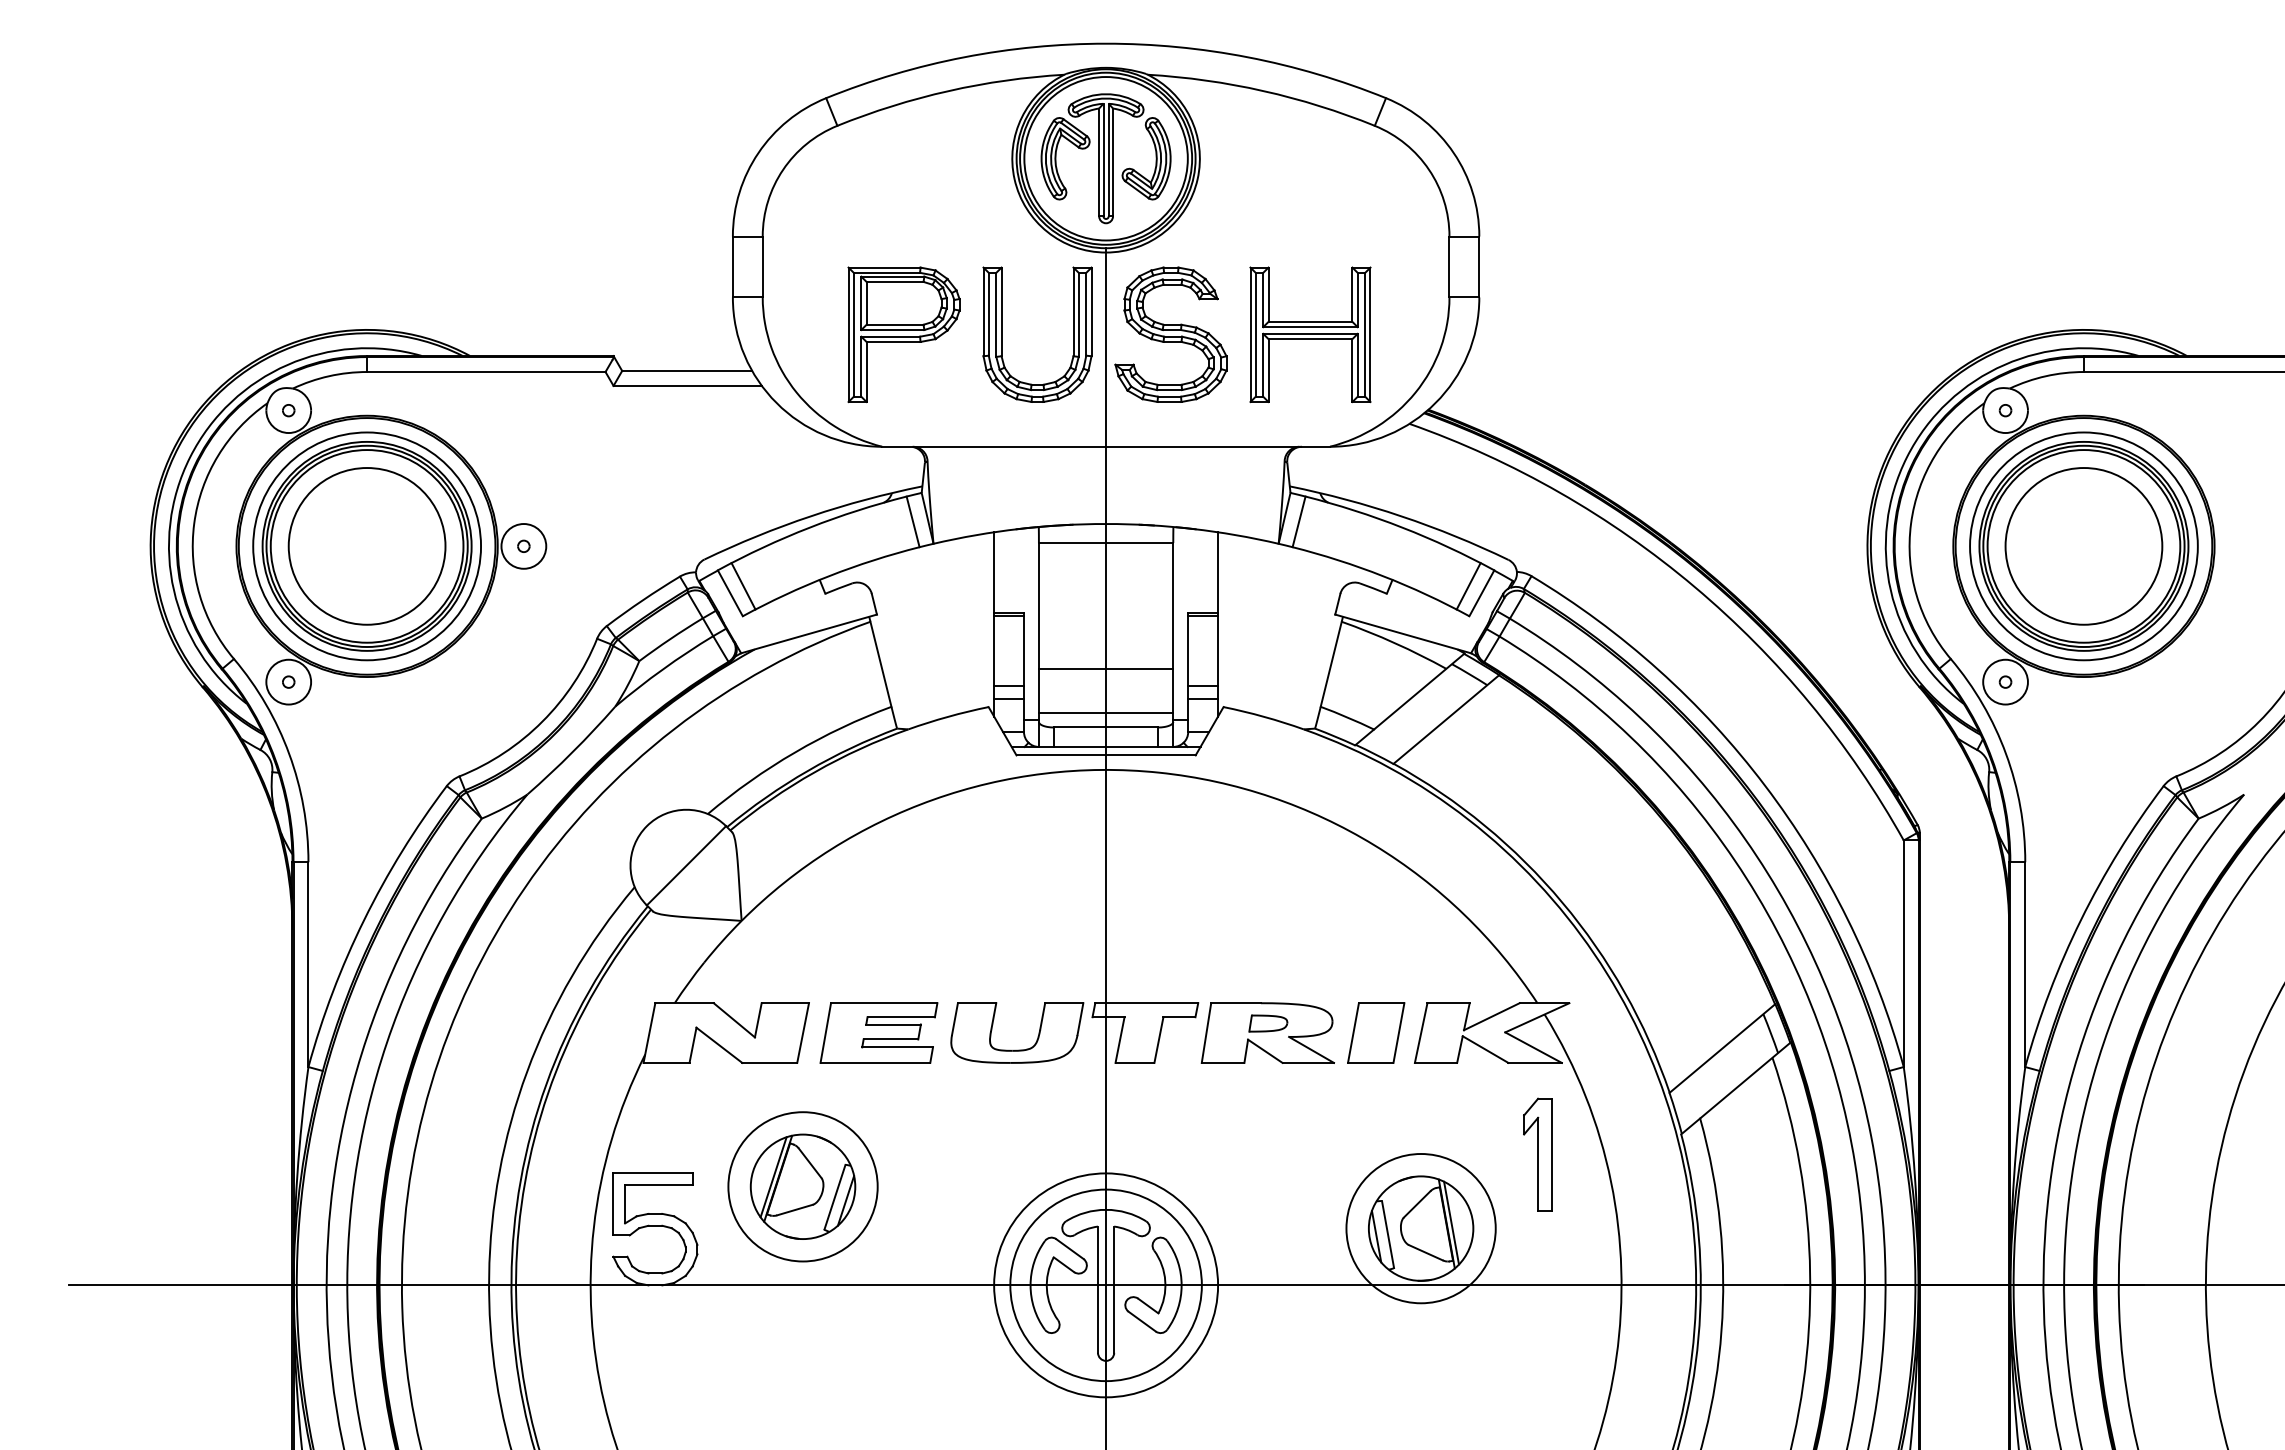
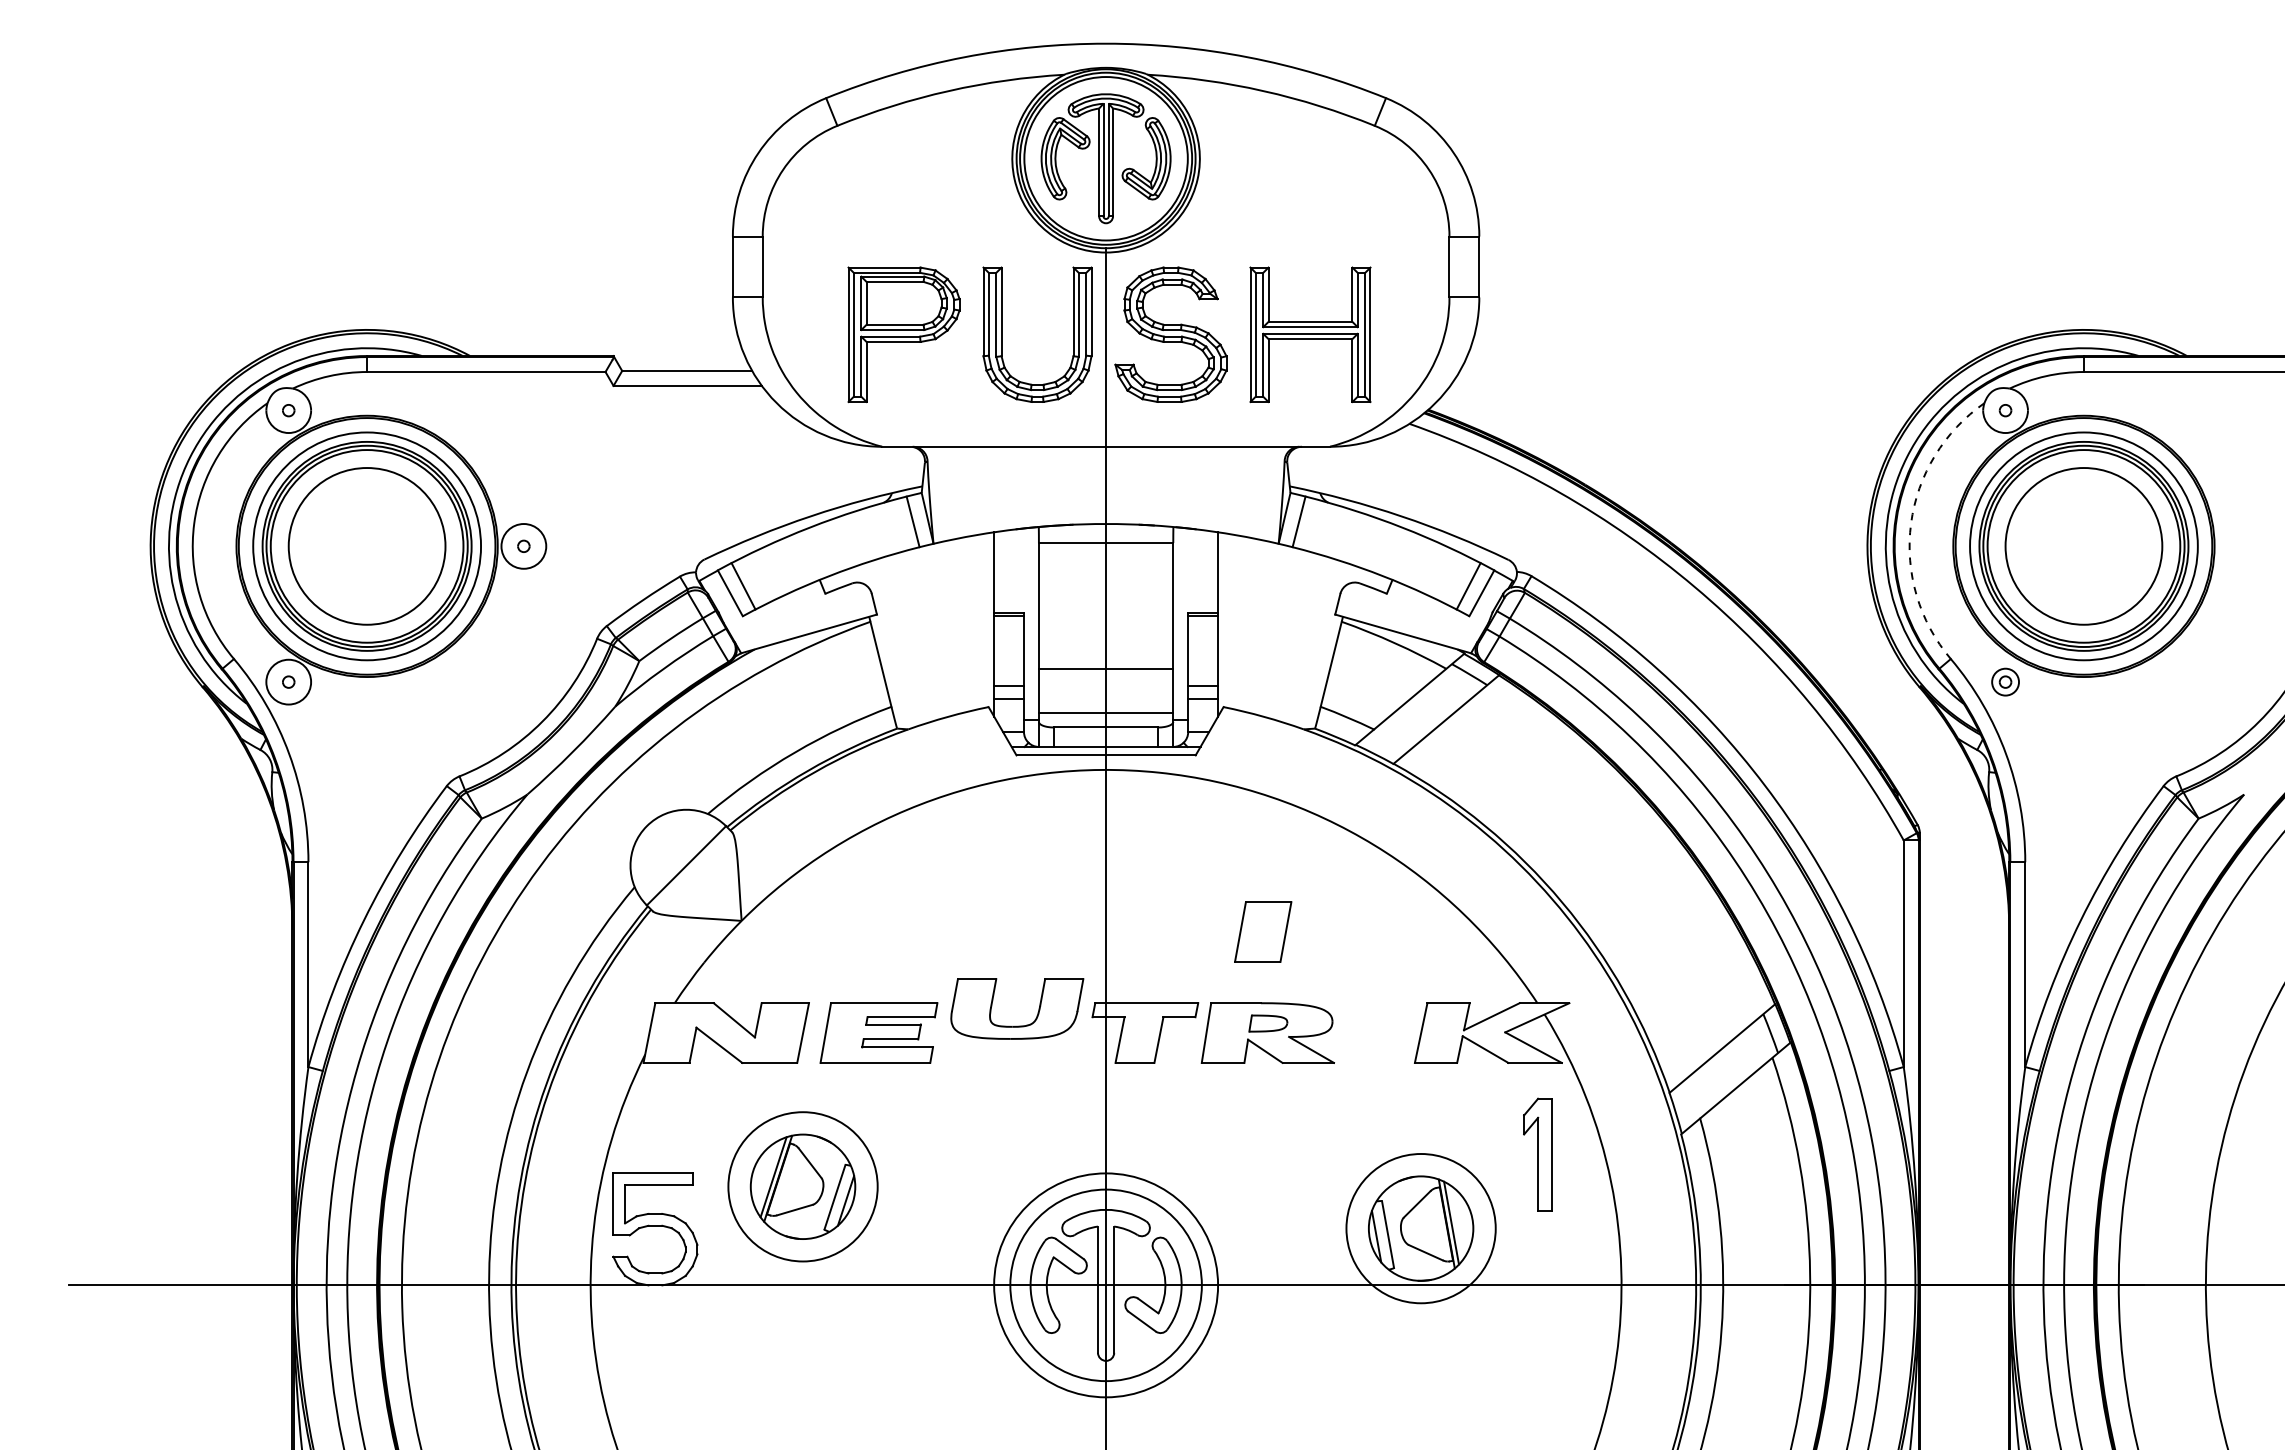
arc at (1911, 523): solid -> dashed
circle at (2005, 681) diameter: 45 px -> 27 px
part at (1376, 1032) position: (1376, 1032) -> (1263, 931)
part at (1017, 1049) position: (1017, 1049) -> (1017, 1025)
